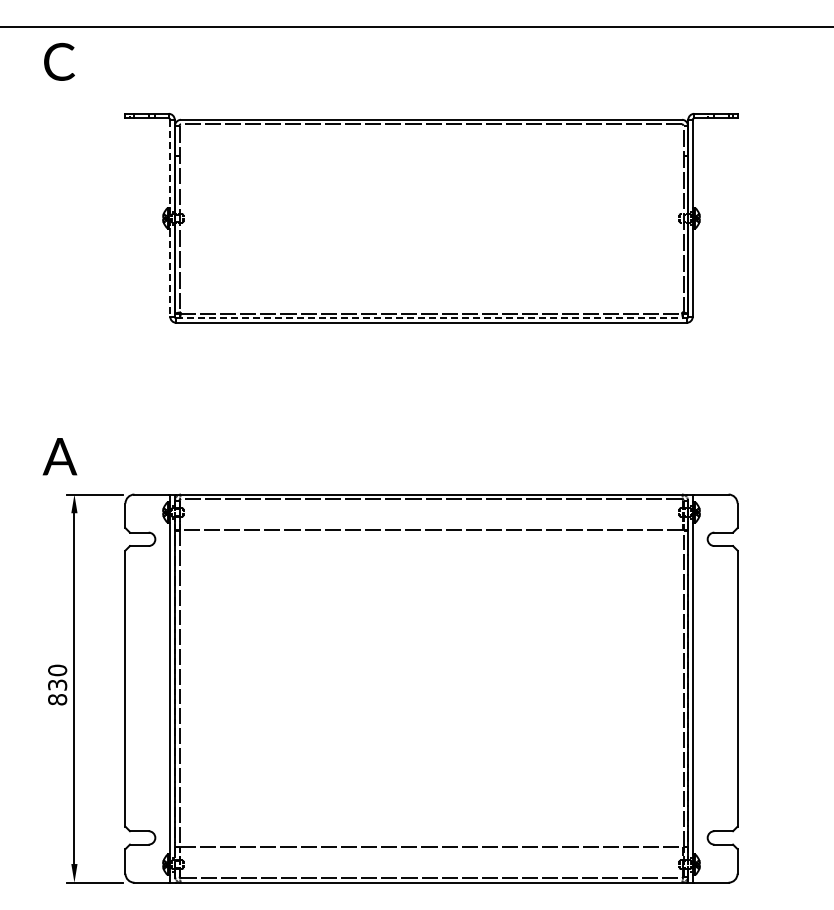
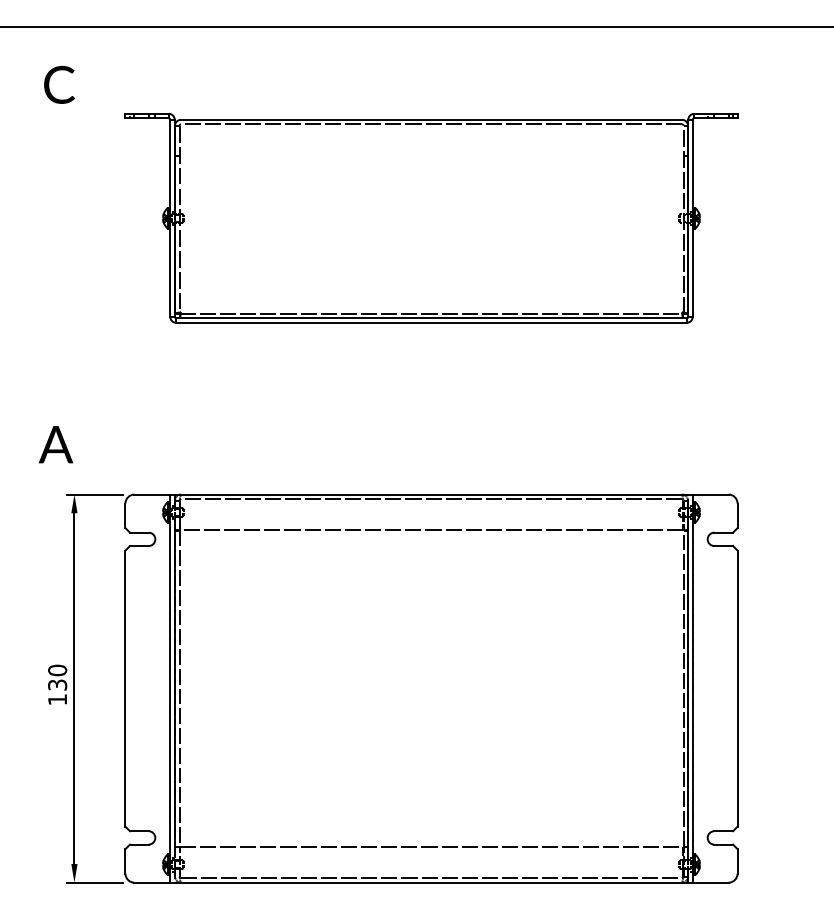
text at (59, 61) position: (59, 61) -> (59, 84)
line at (170, 218): dashed -> solid
line at (432, 318): dashed -> solid
text at (59, 456) position: (59, 456) -> (55, 444)
text at (57, 699): 830 -> 130
